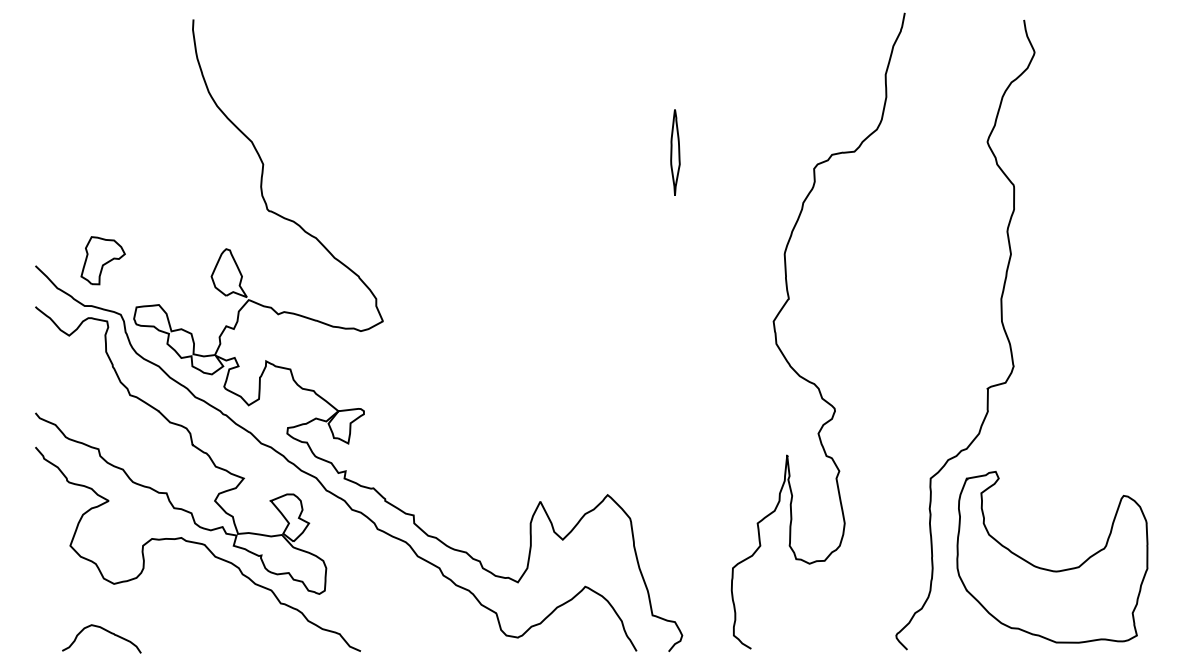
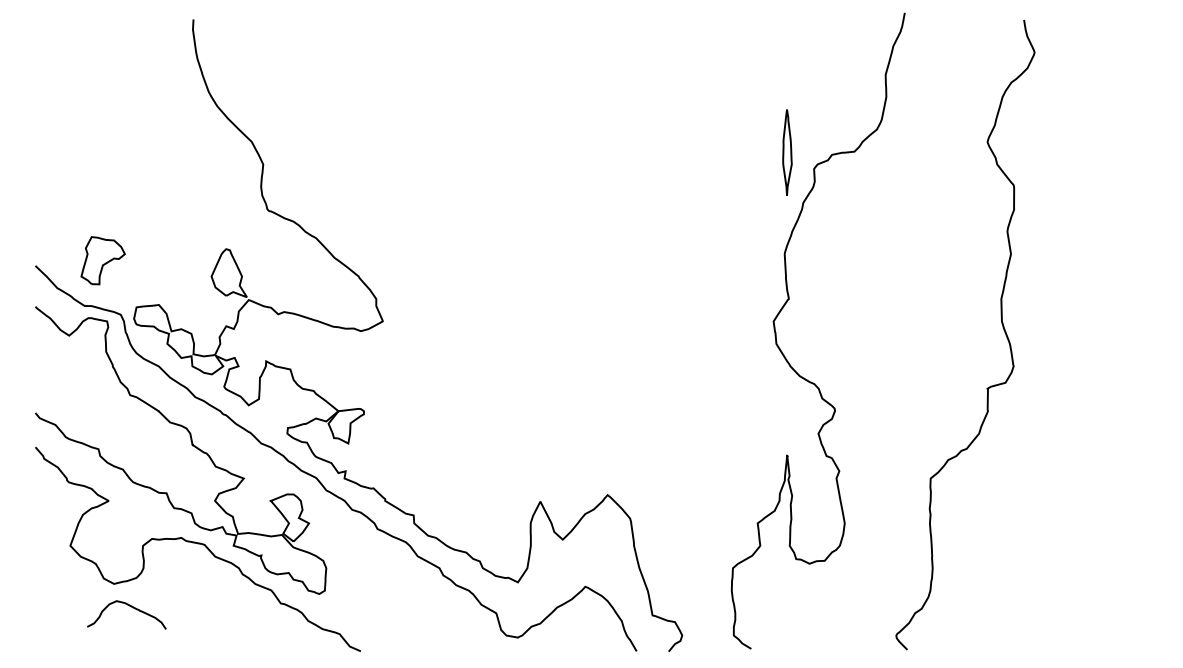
part at (675, 152) position: (675, 152) -> (787, 152)
part at (1051, 569): present -> none
curve at (104, 630) position: (104, 630) -> (129, 606)
